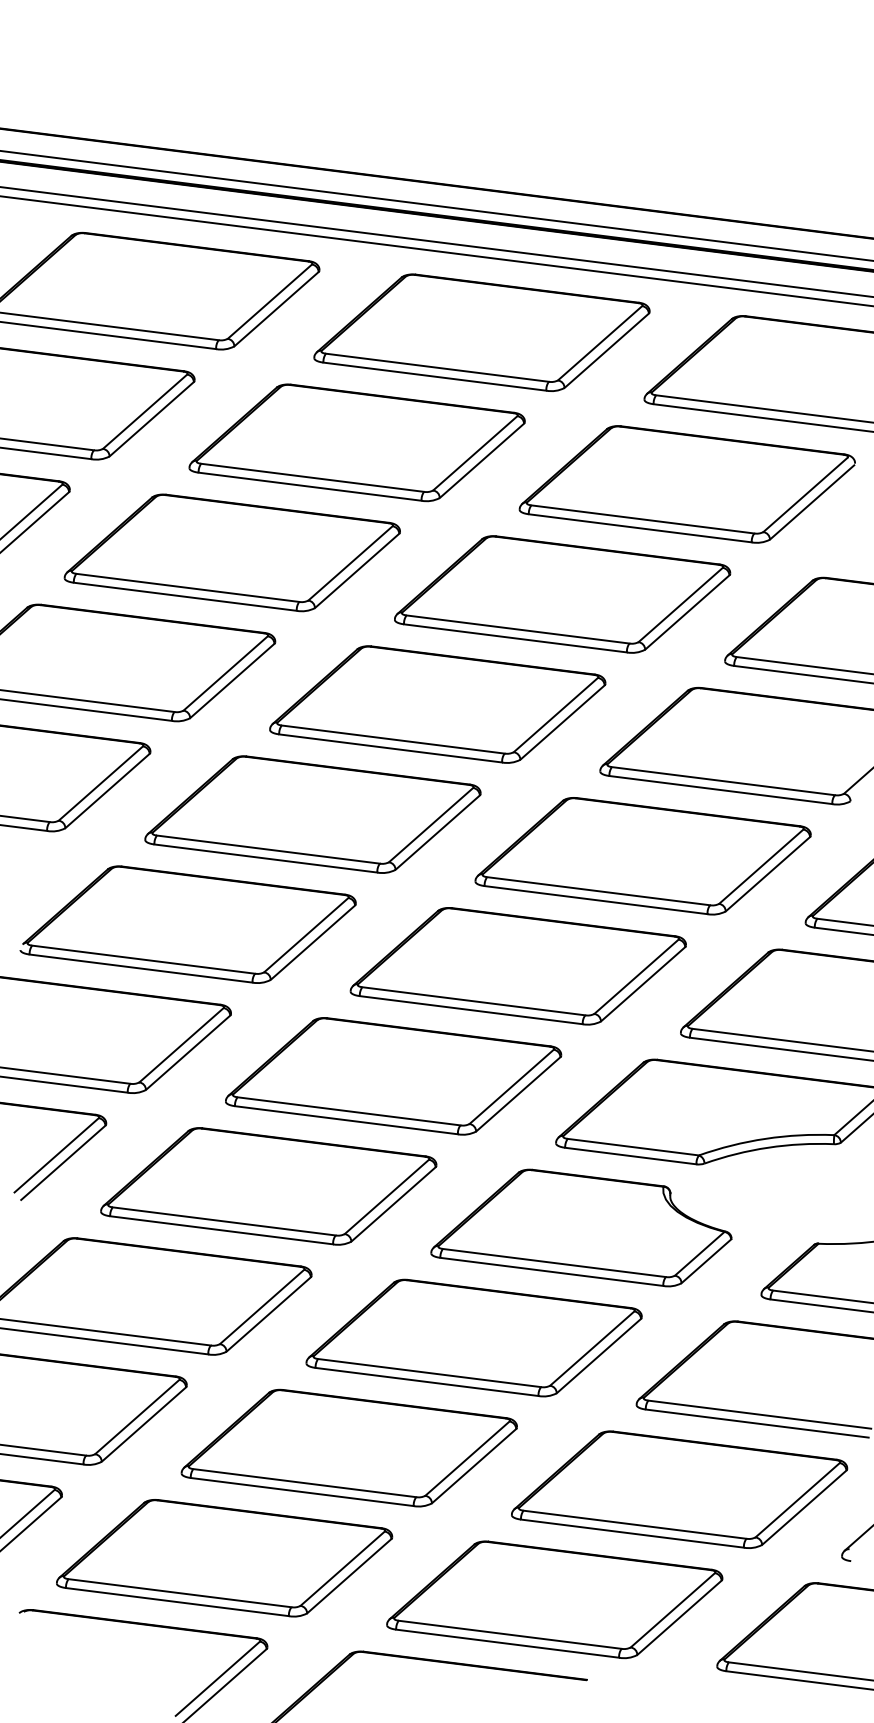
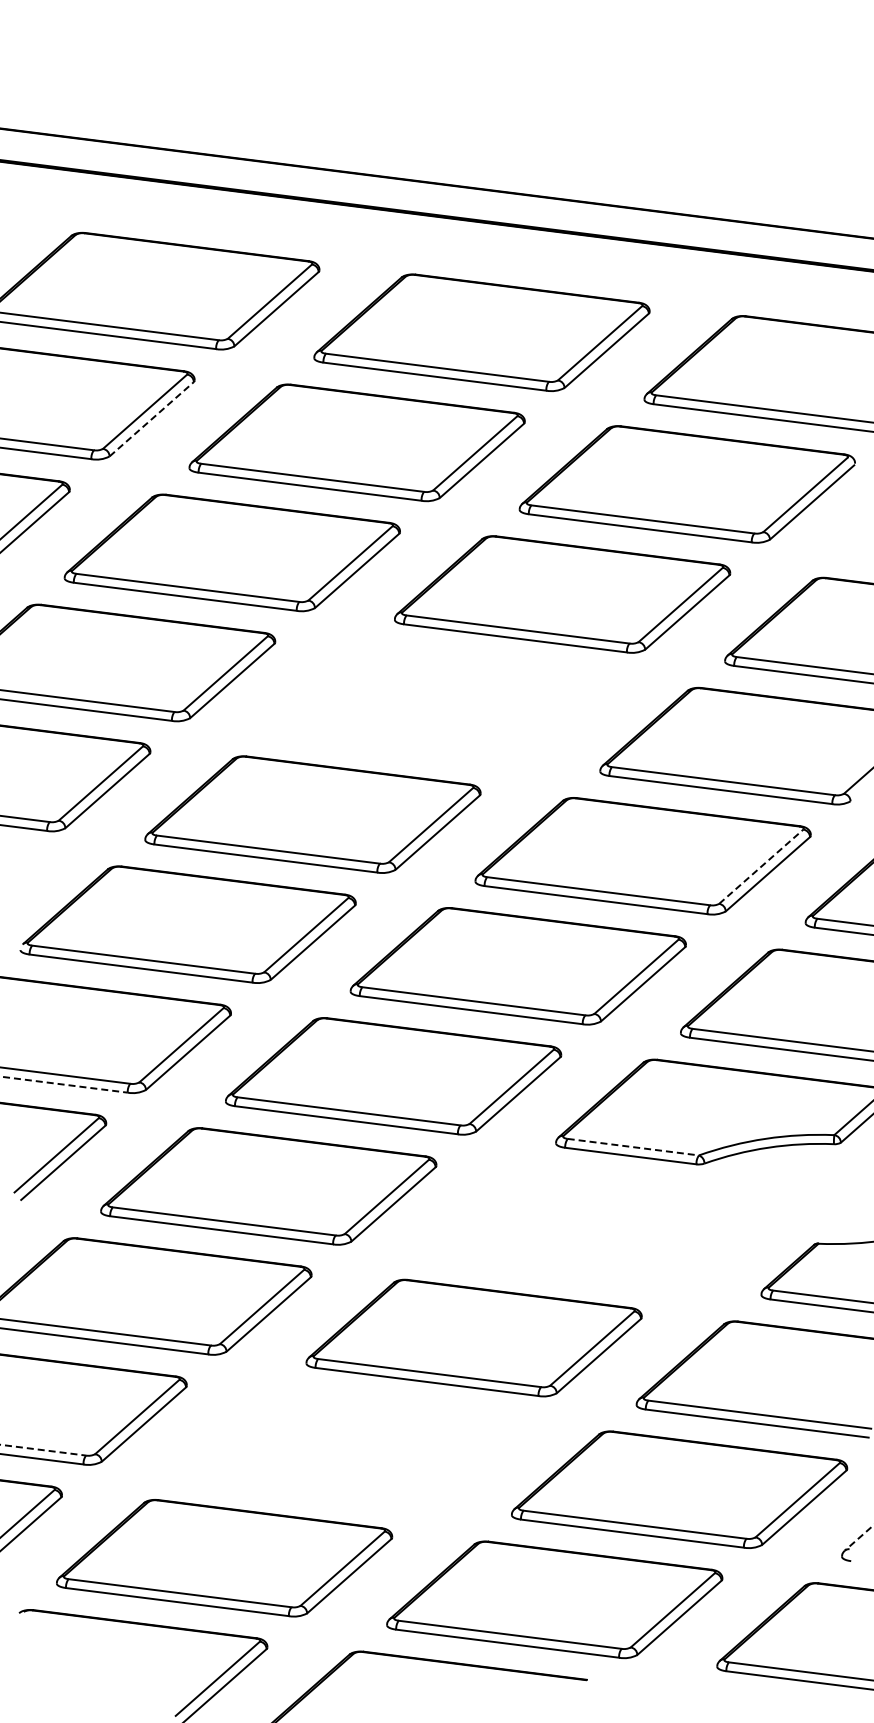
line at (436, 205): present -> none
line at (436, 241): present -> none
line at (436, 250): present -> none
line at (152, 418): solid -> dashed
part at (437, 704): present -> none
line at (761, 866): solid -> dashed
line at (64, 1084): solid -> dashed
line at (633, 1147): solid -> dashed
part at (581, 1227): present -> none
part at (348, 1447): present -> none
line at (43, 1450): solid -> dashed
line at (859, 1538): solid -> dashed
